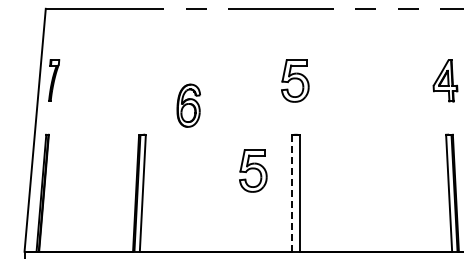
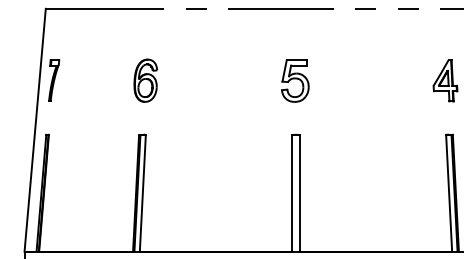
part at (188, 105) position: (188, 105) -> (145, 80)
part at (253, 170): present -> none
line at (291, 192): dashed -> solid
